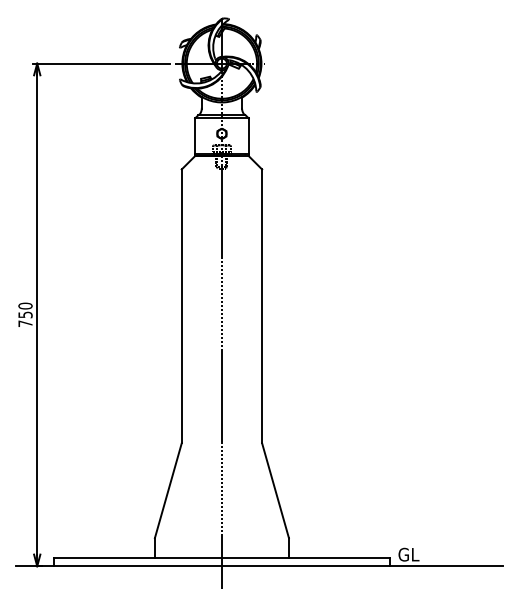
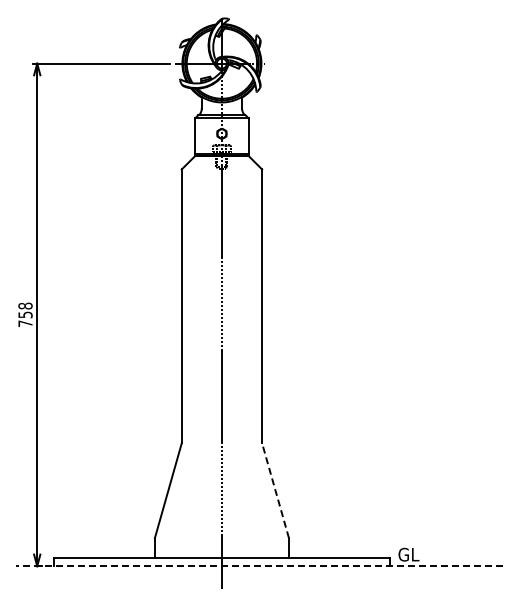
text at (25, 305): 750 -> 758
line at (275, 490): solid -> dashed
line at (259, 566): solid -> dashed
